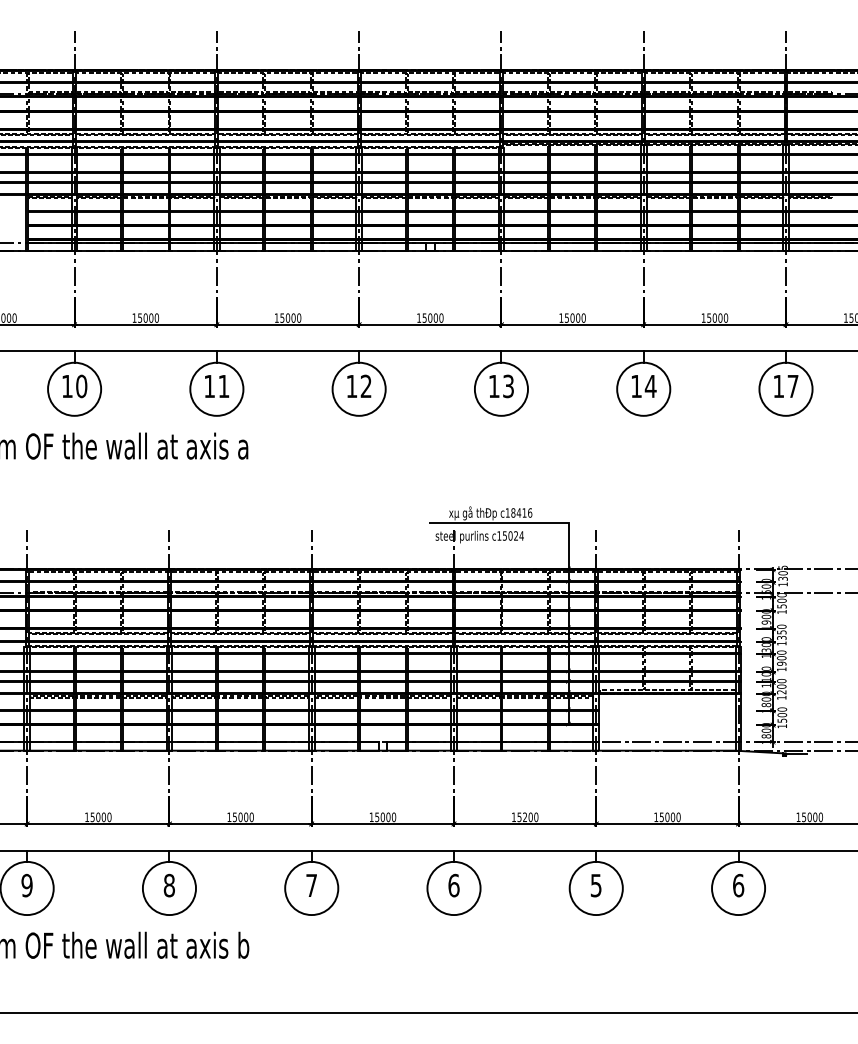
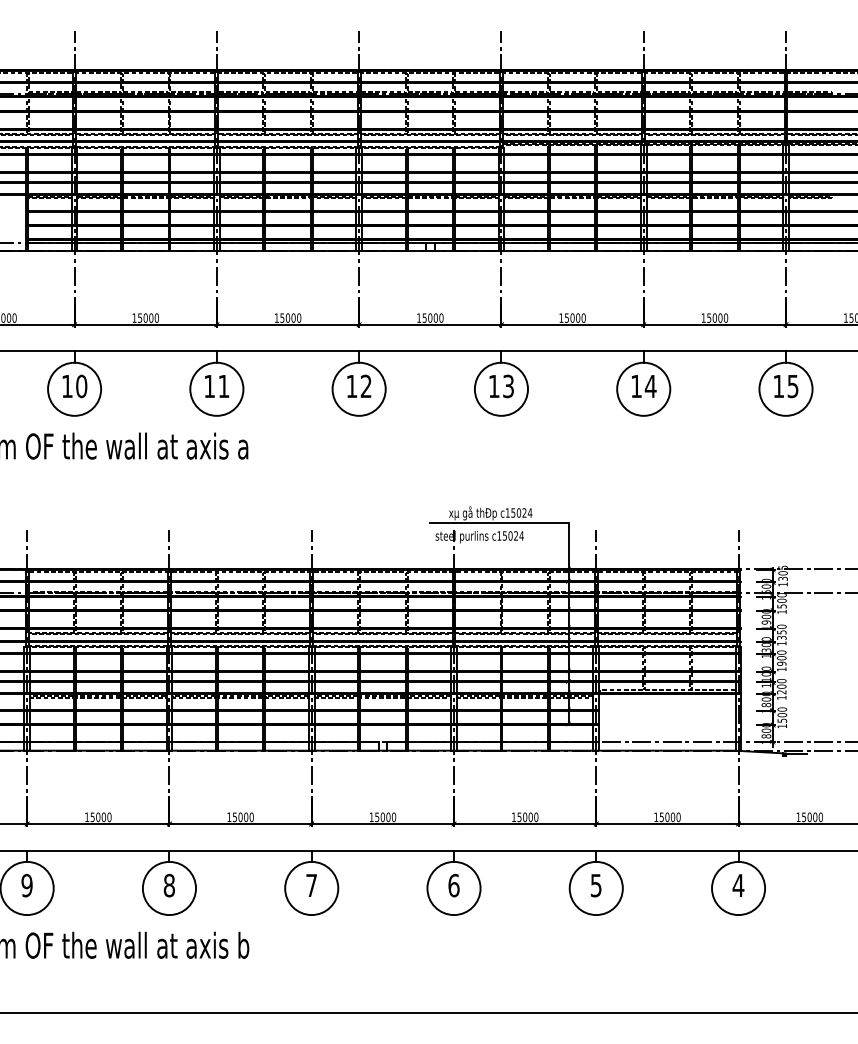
text at (792, 386): 17 -> 15
text at (521, 512): c18416 -> c15024
text at (525, 816): 15200 -> 15000
text at (738, 885): 6 -> 4
